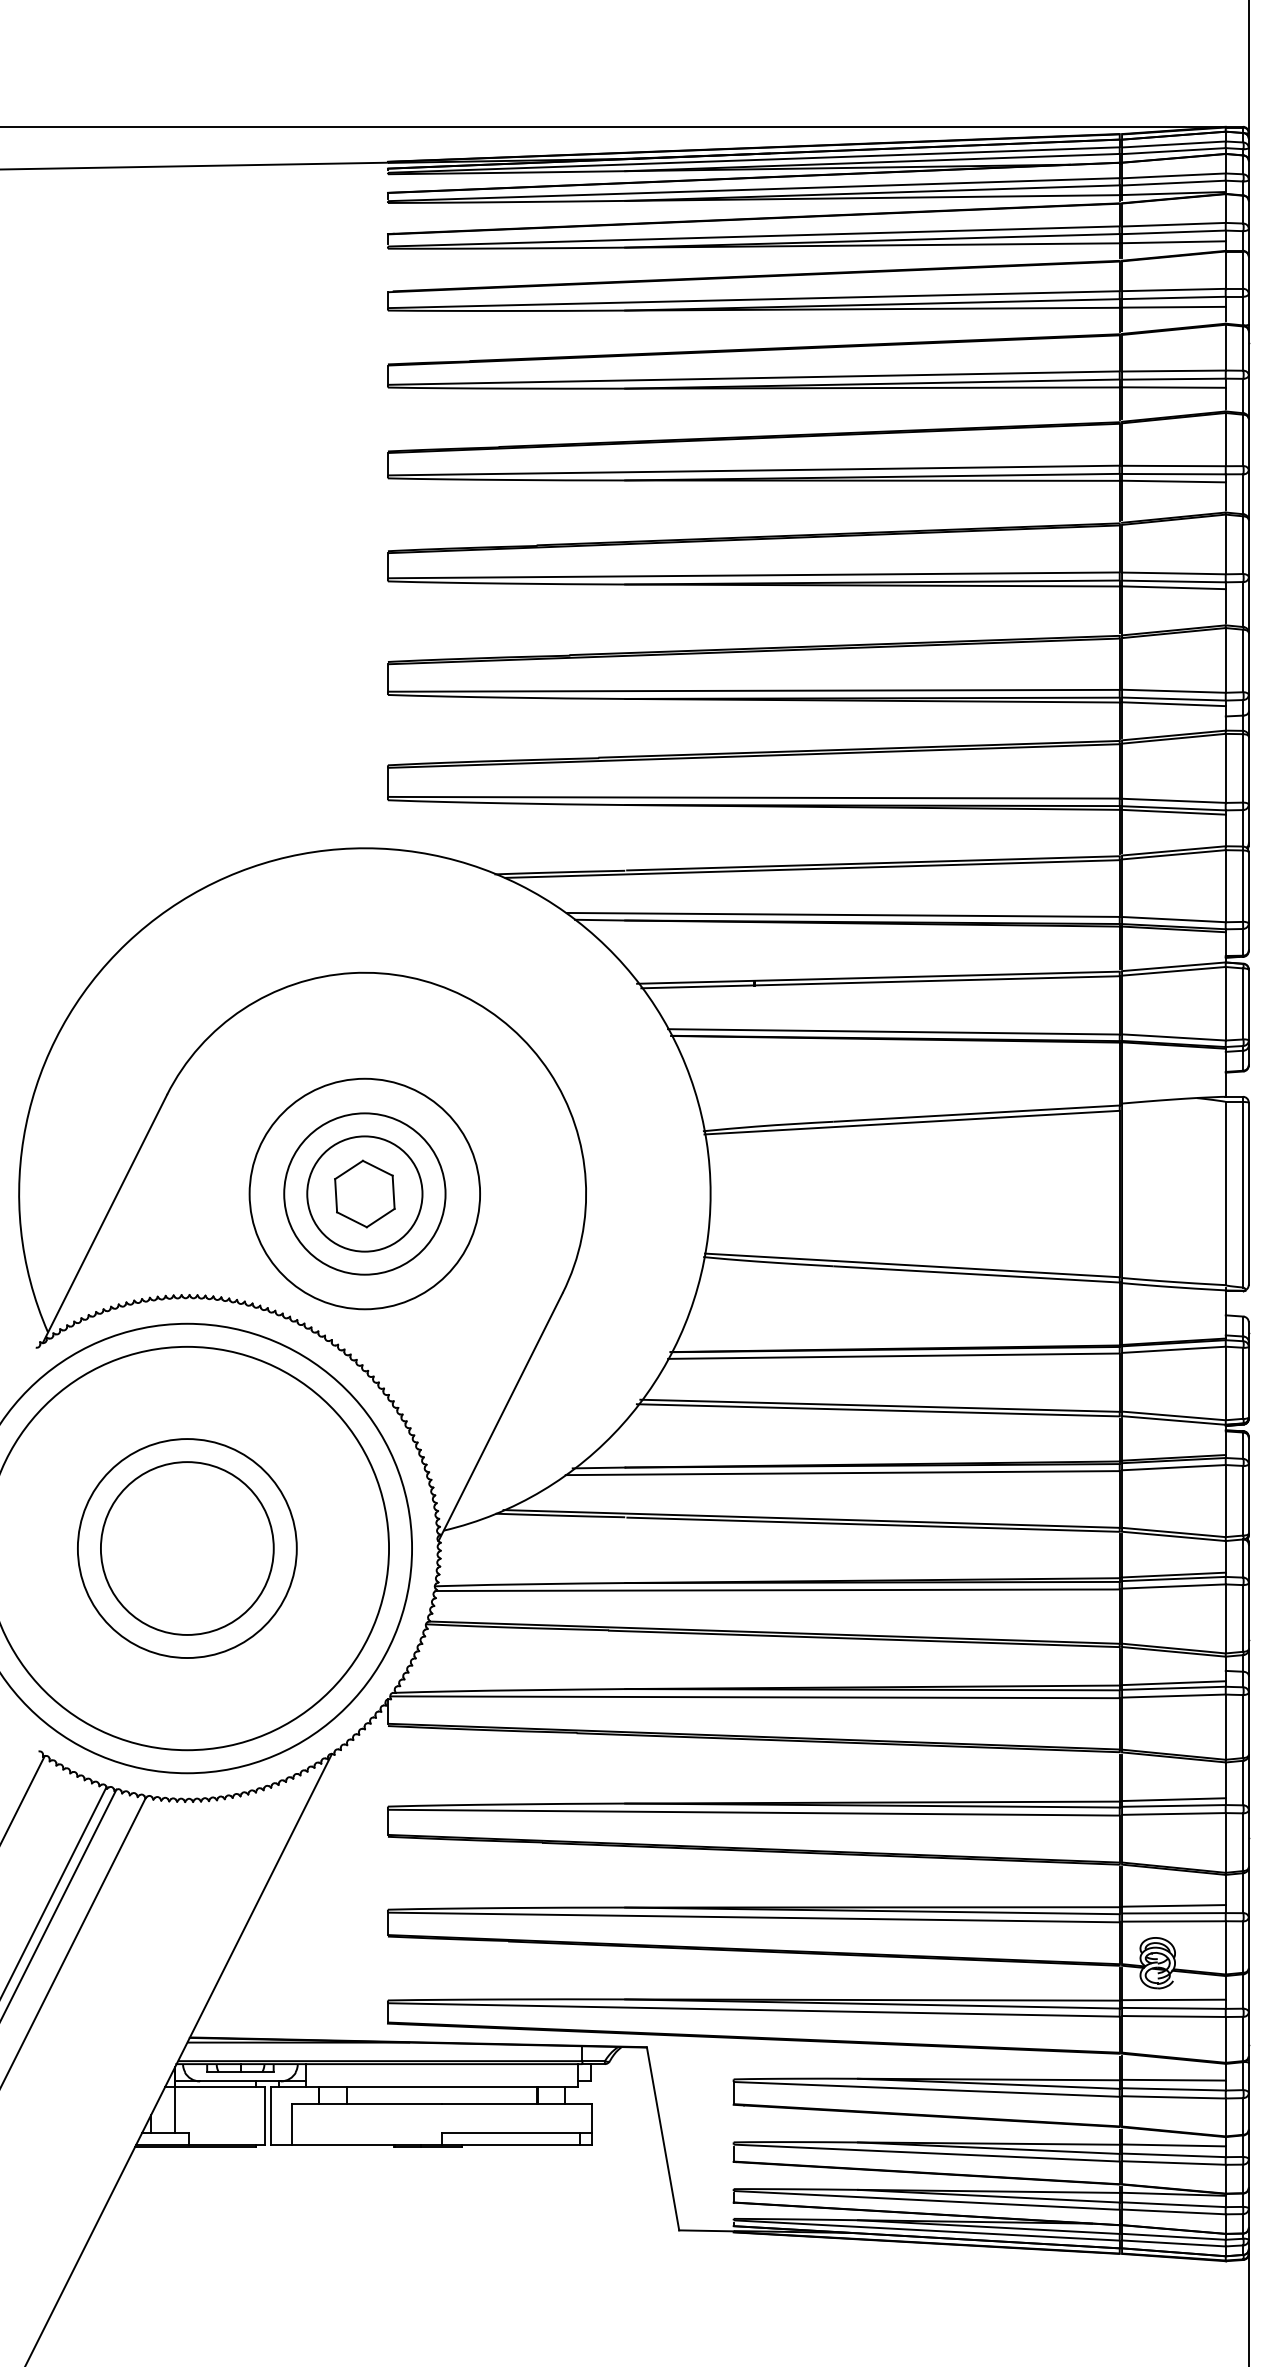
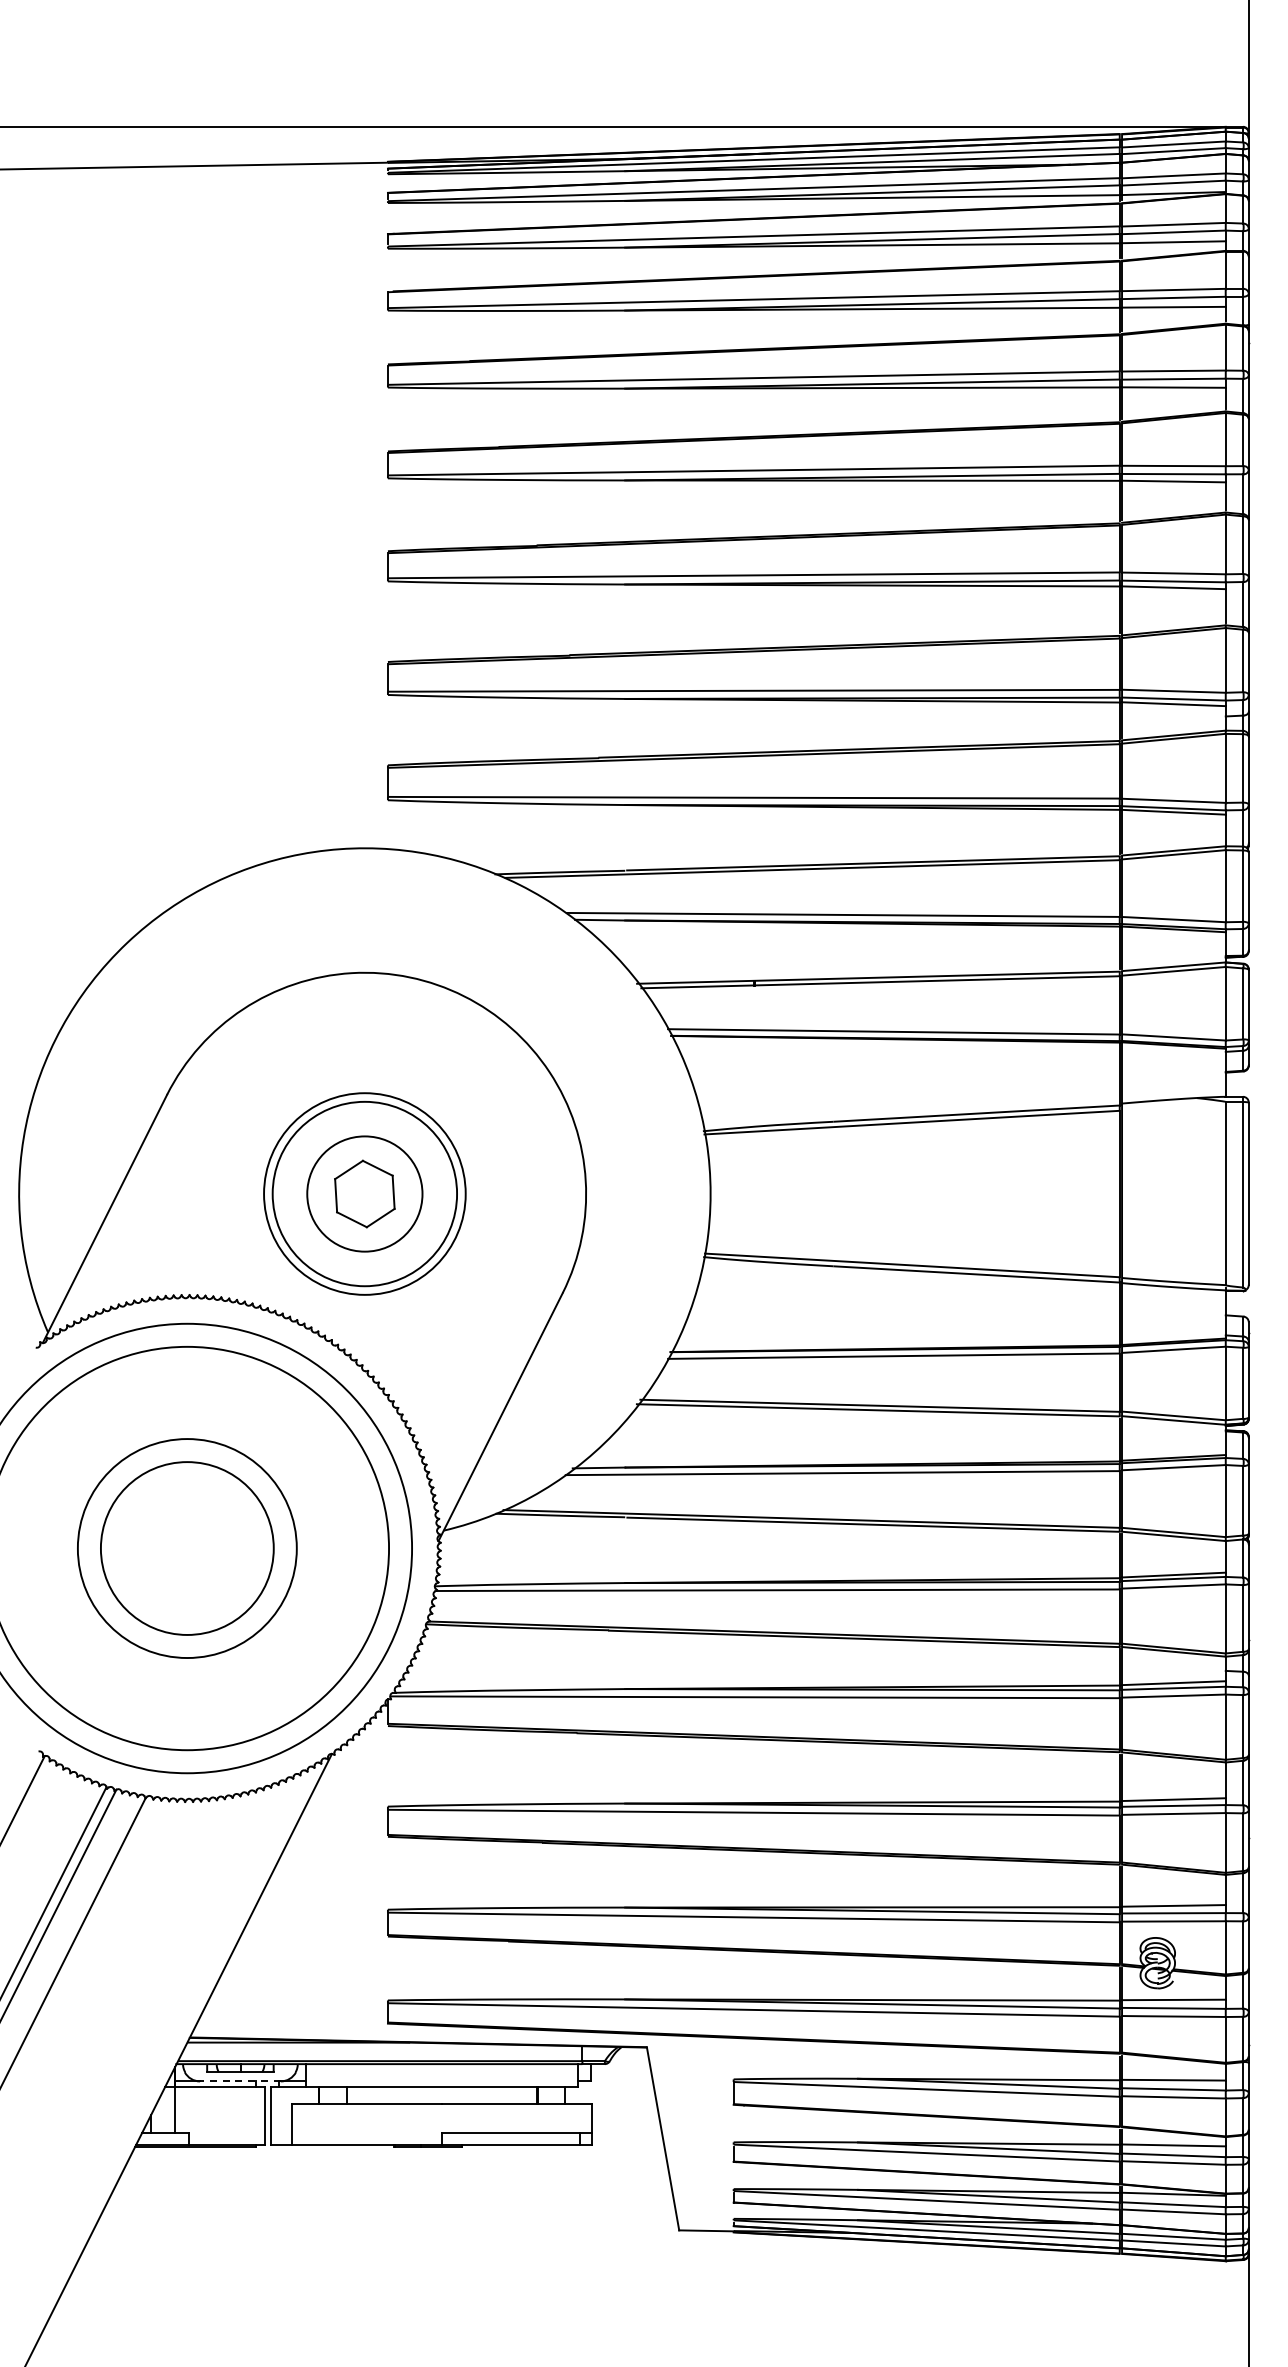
circle at (364, 1193) diameter: 161 px -> 202 px
circle at (364, 1193) diameter: 230 px -> 184 px
line at (239, 2081): solid -> dashed
